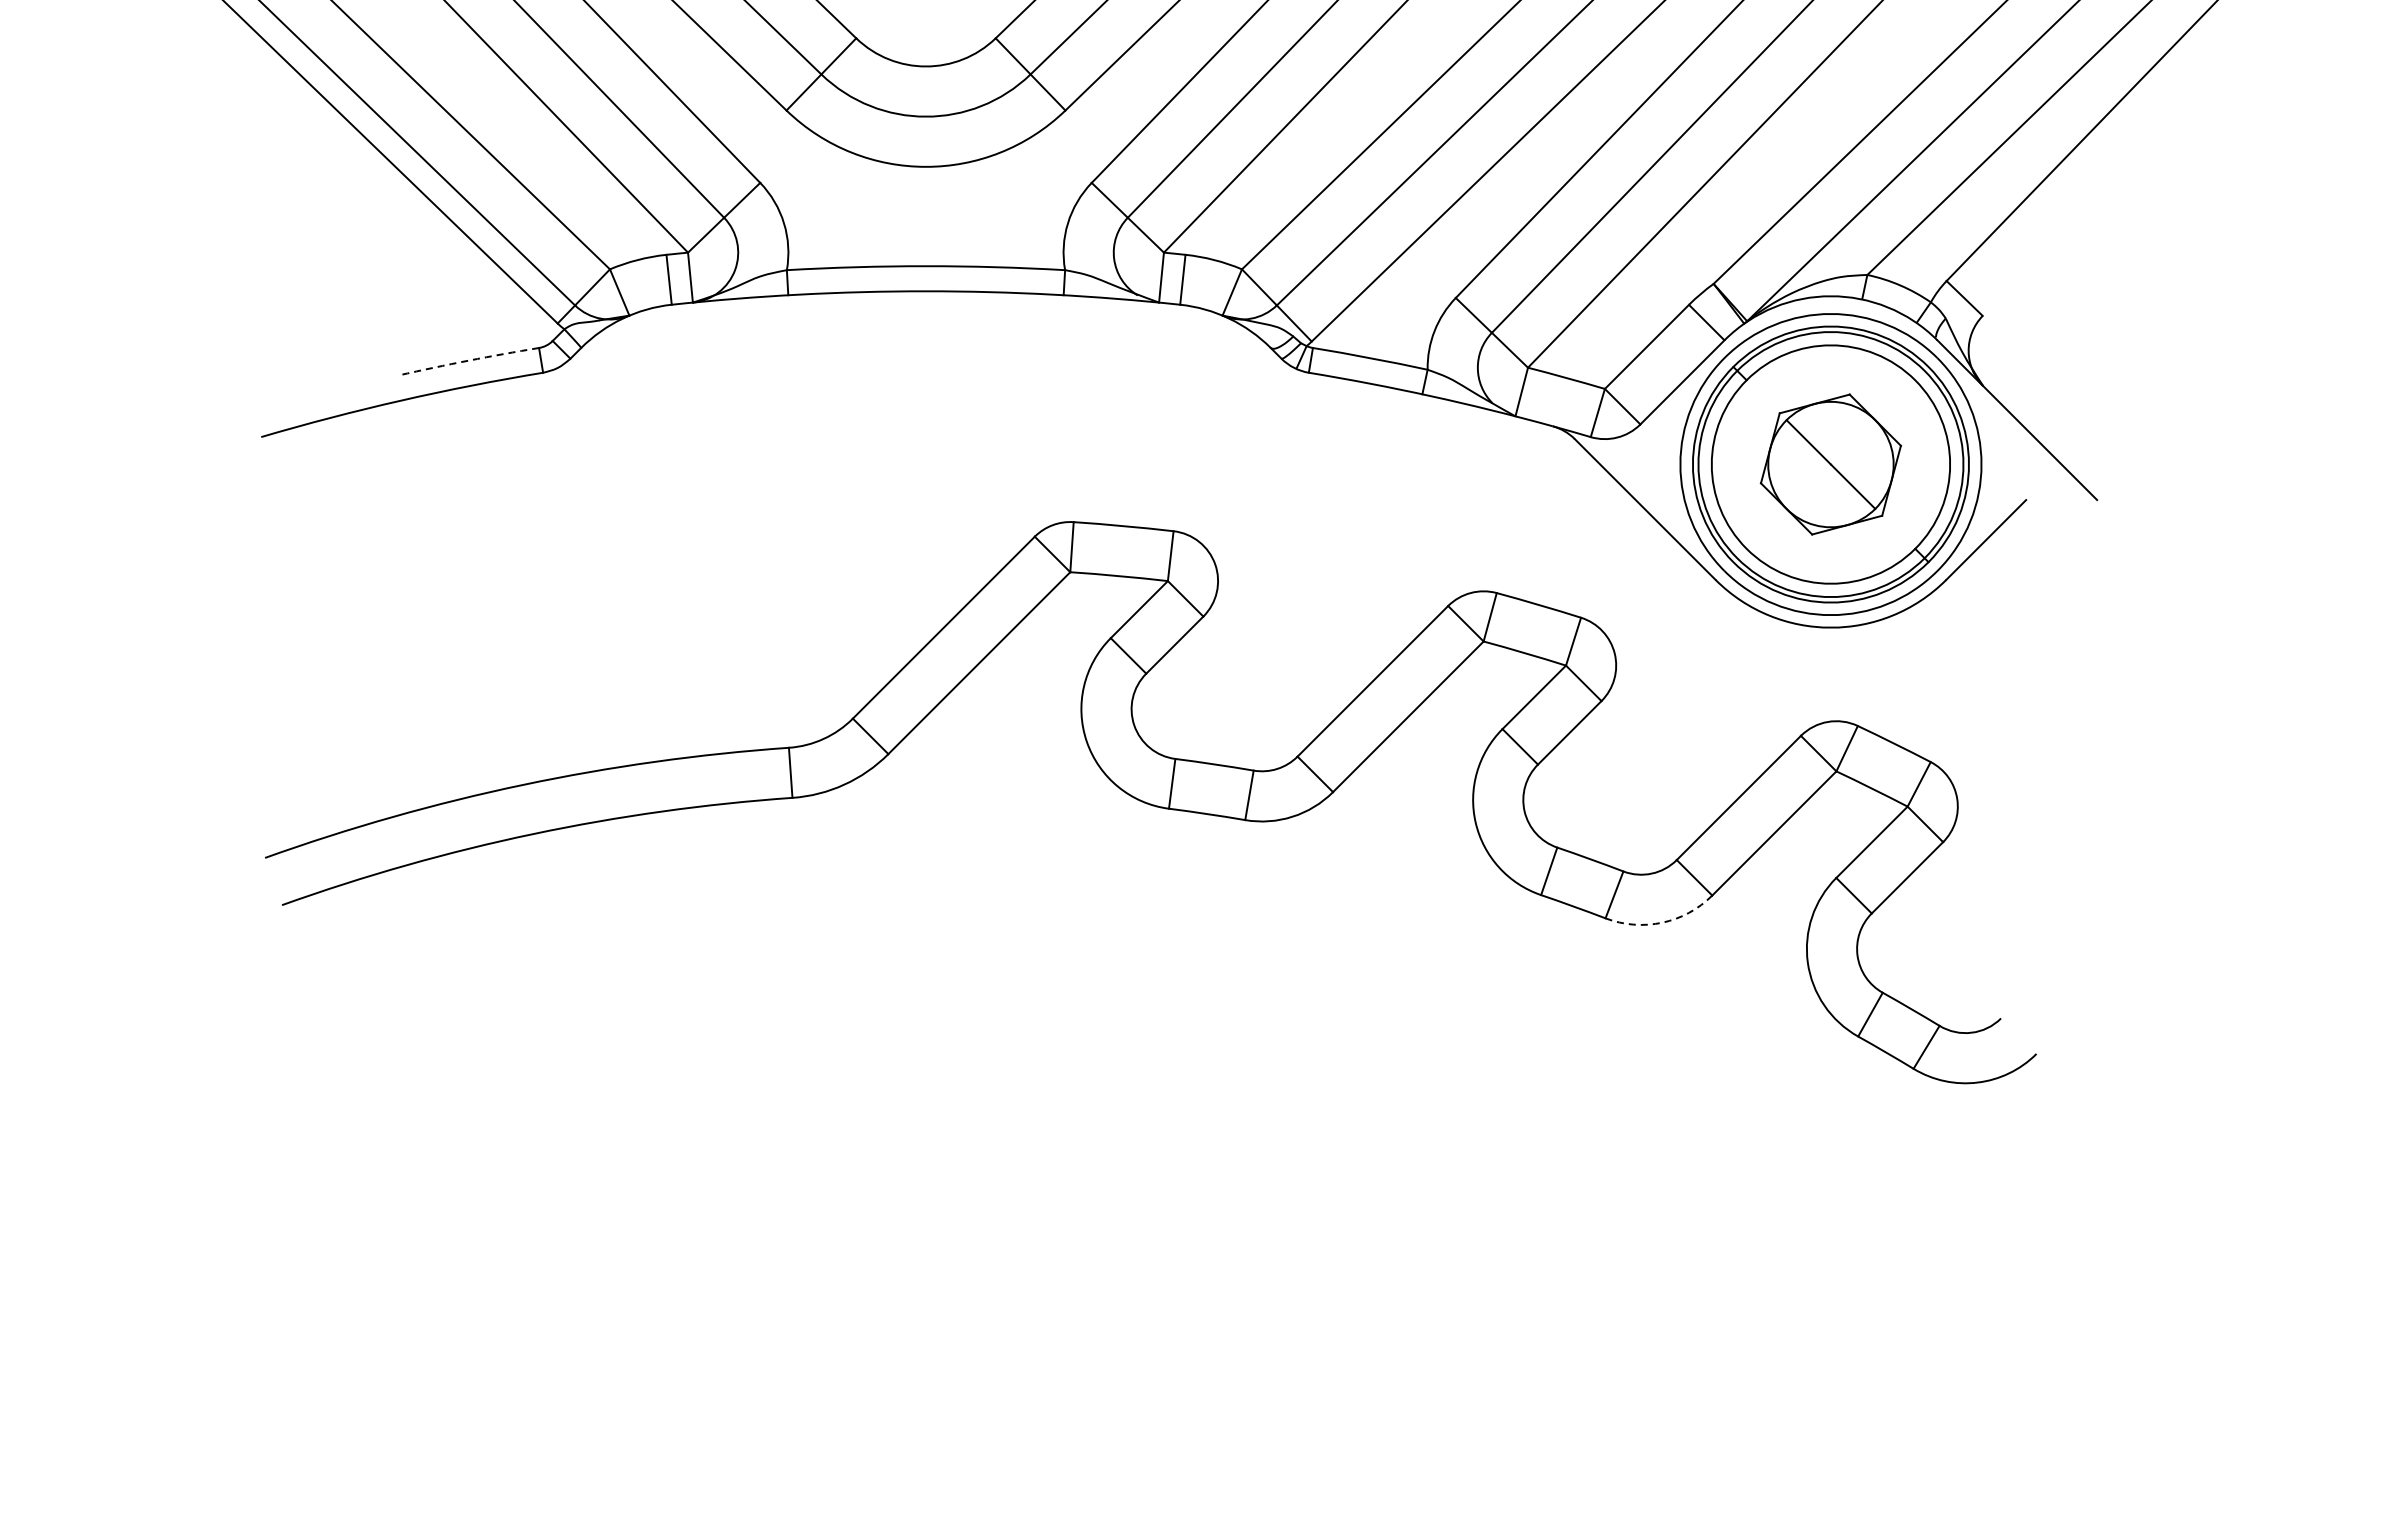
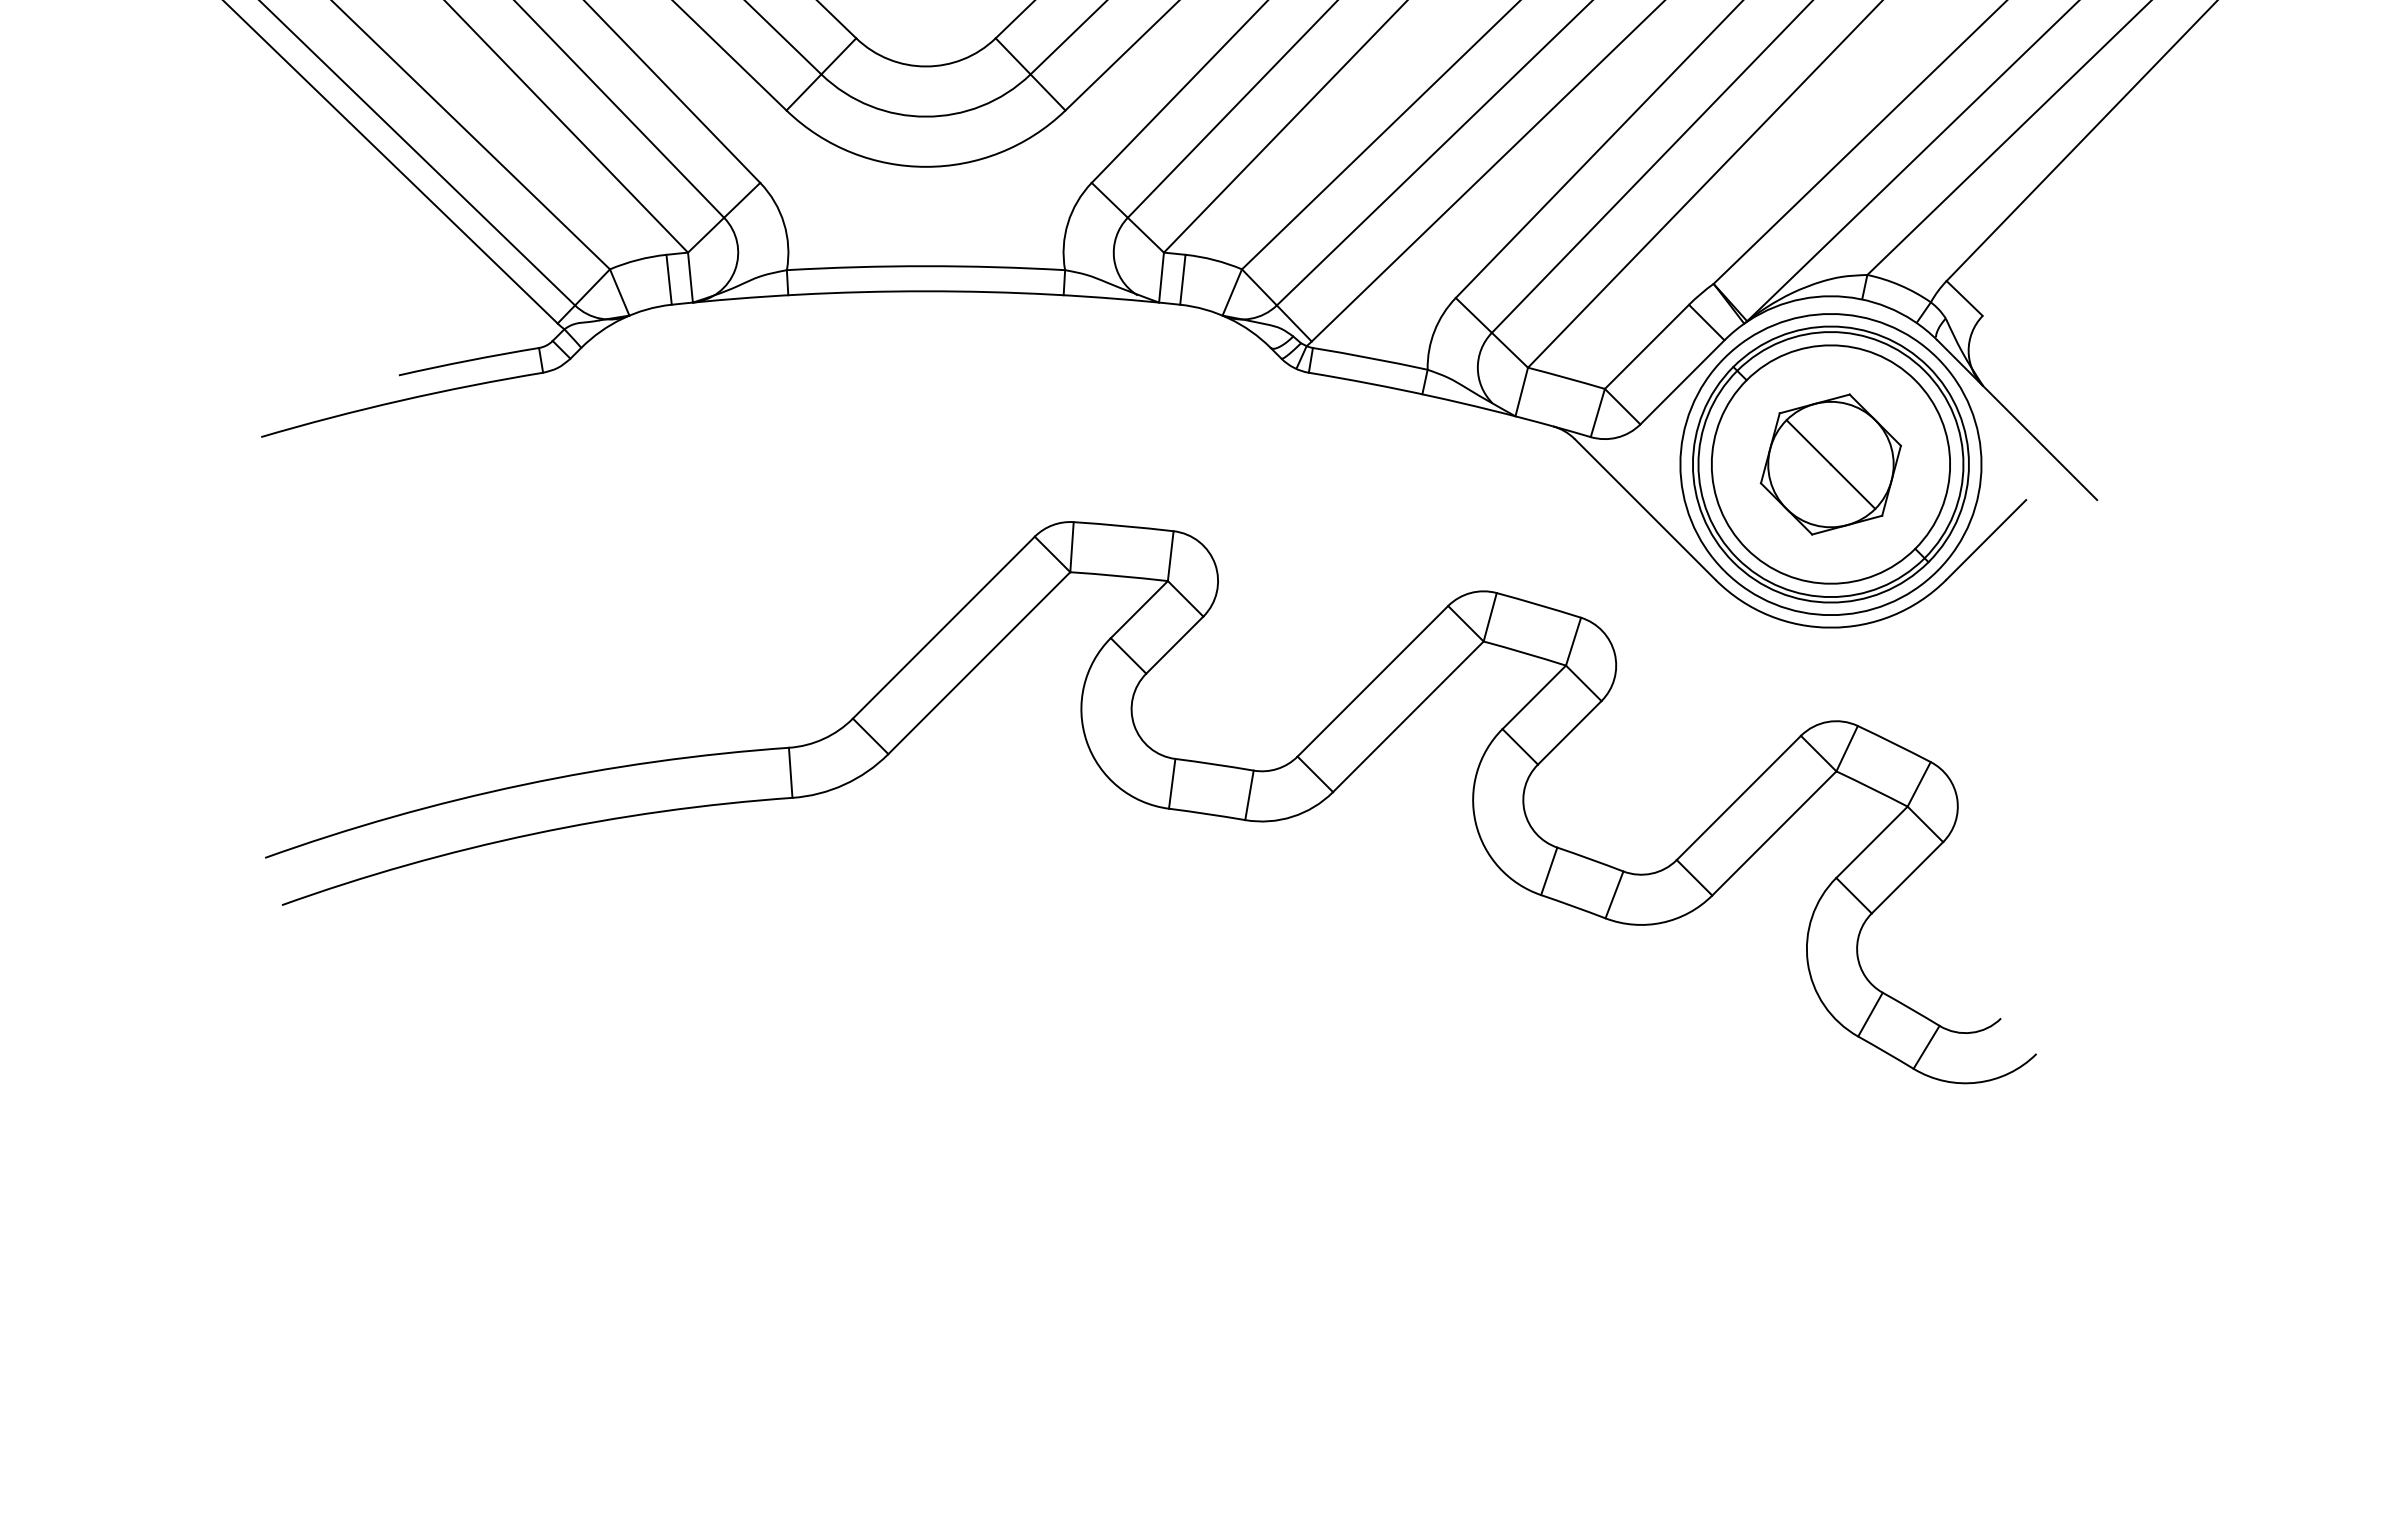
arc at (468, 360): dashed -> solid
arc at (1662, 922): dashed -> solid
